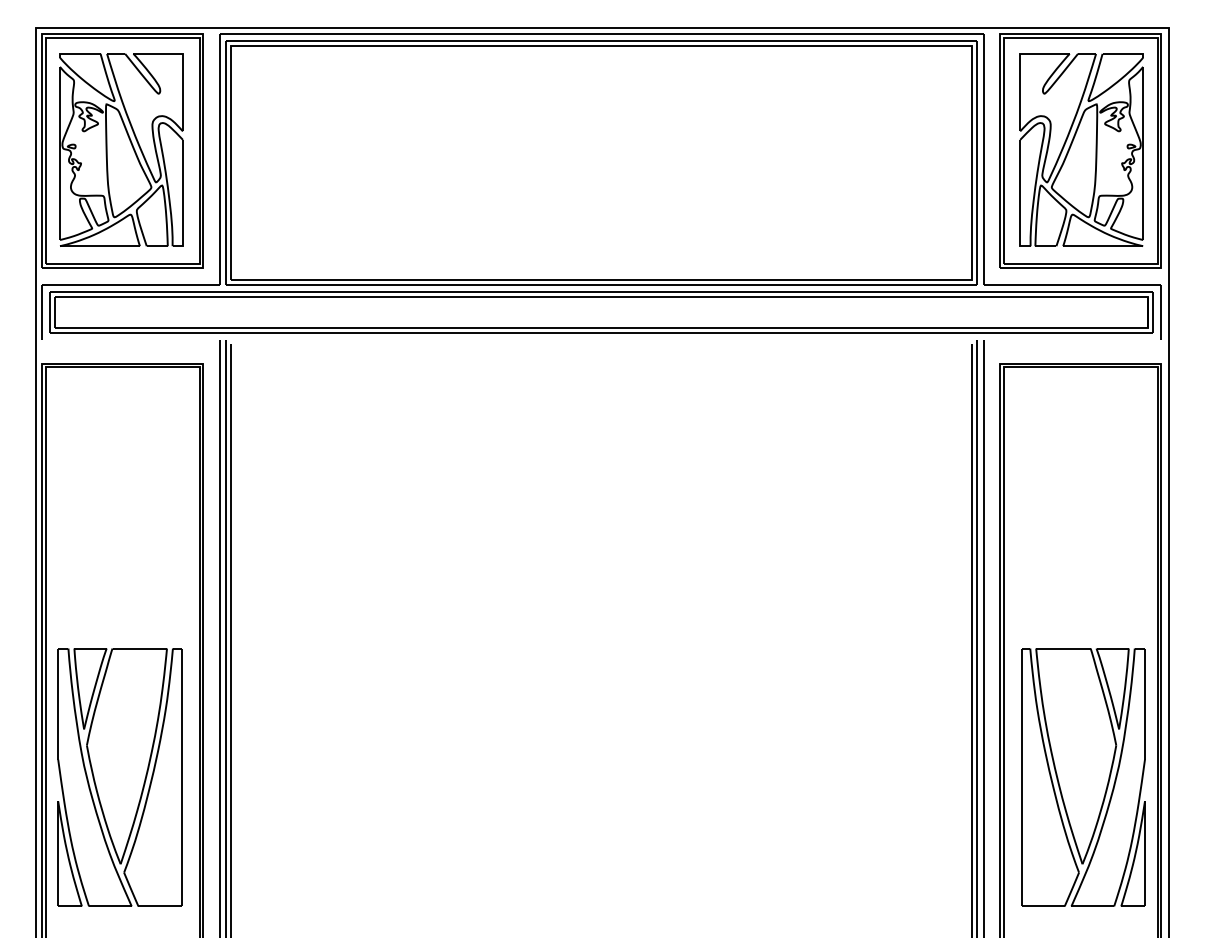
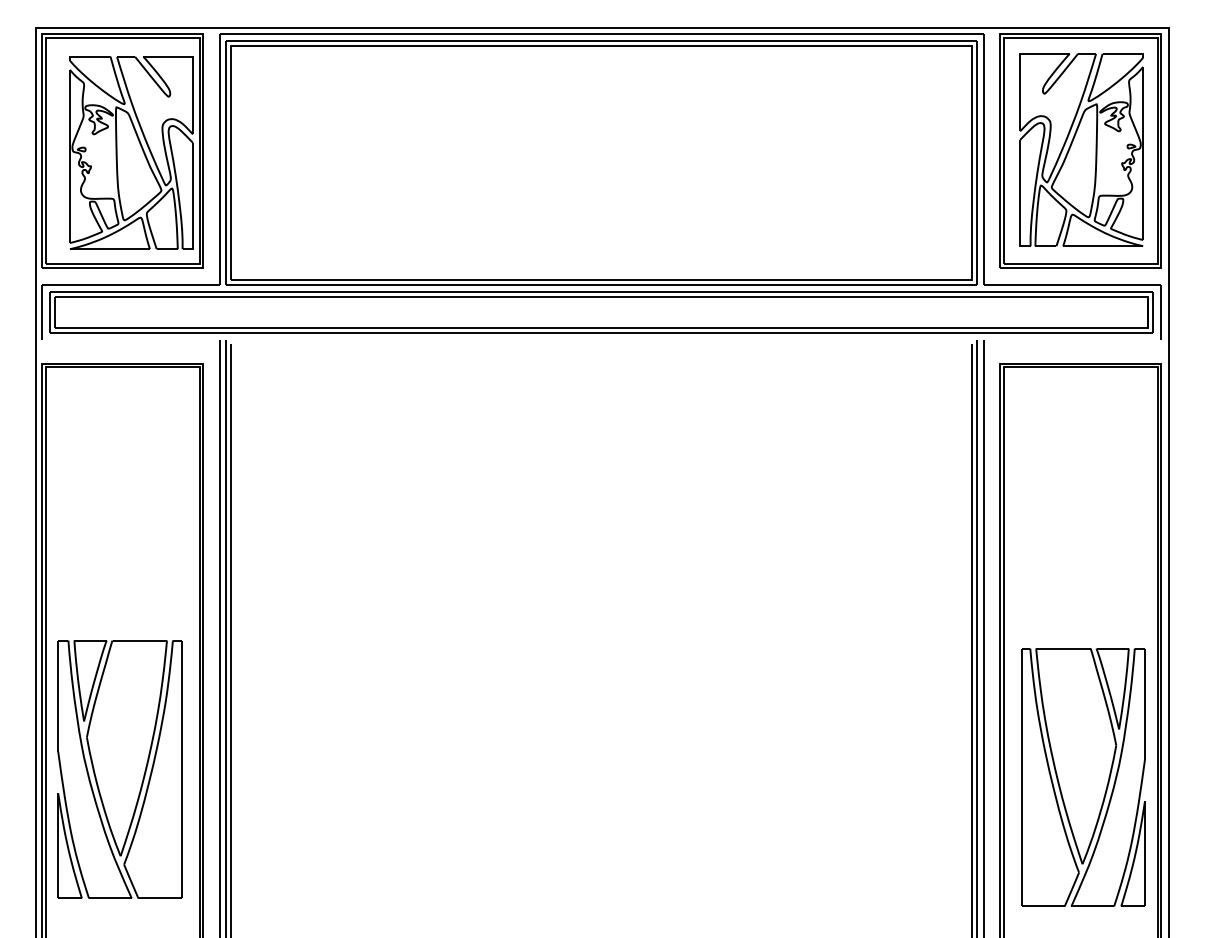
part at (121, 149) position: (121, 149) -> (131, 152)
part at (119, 777) position: (119, 777) -> (119, 769)
